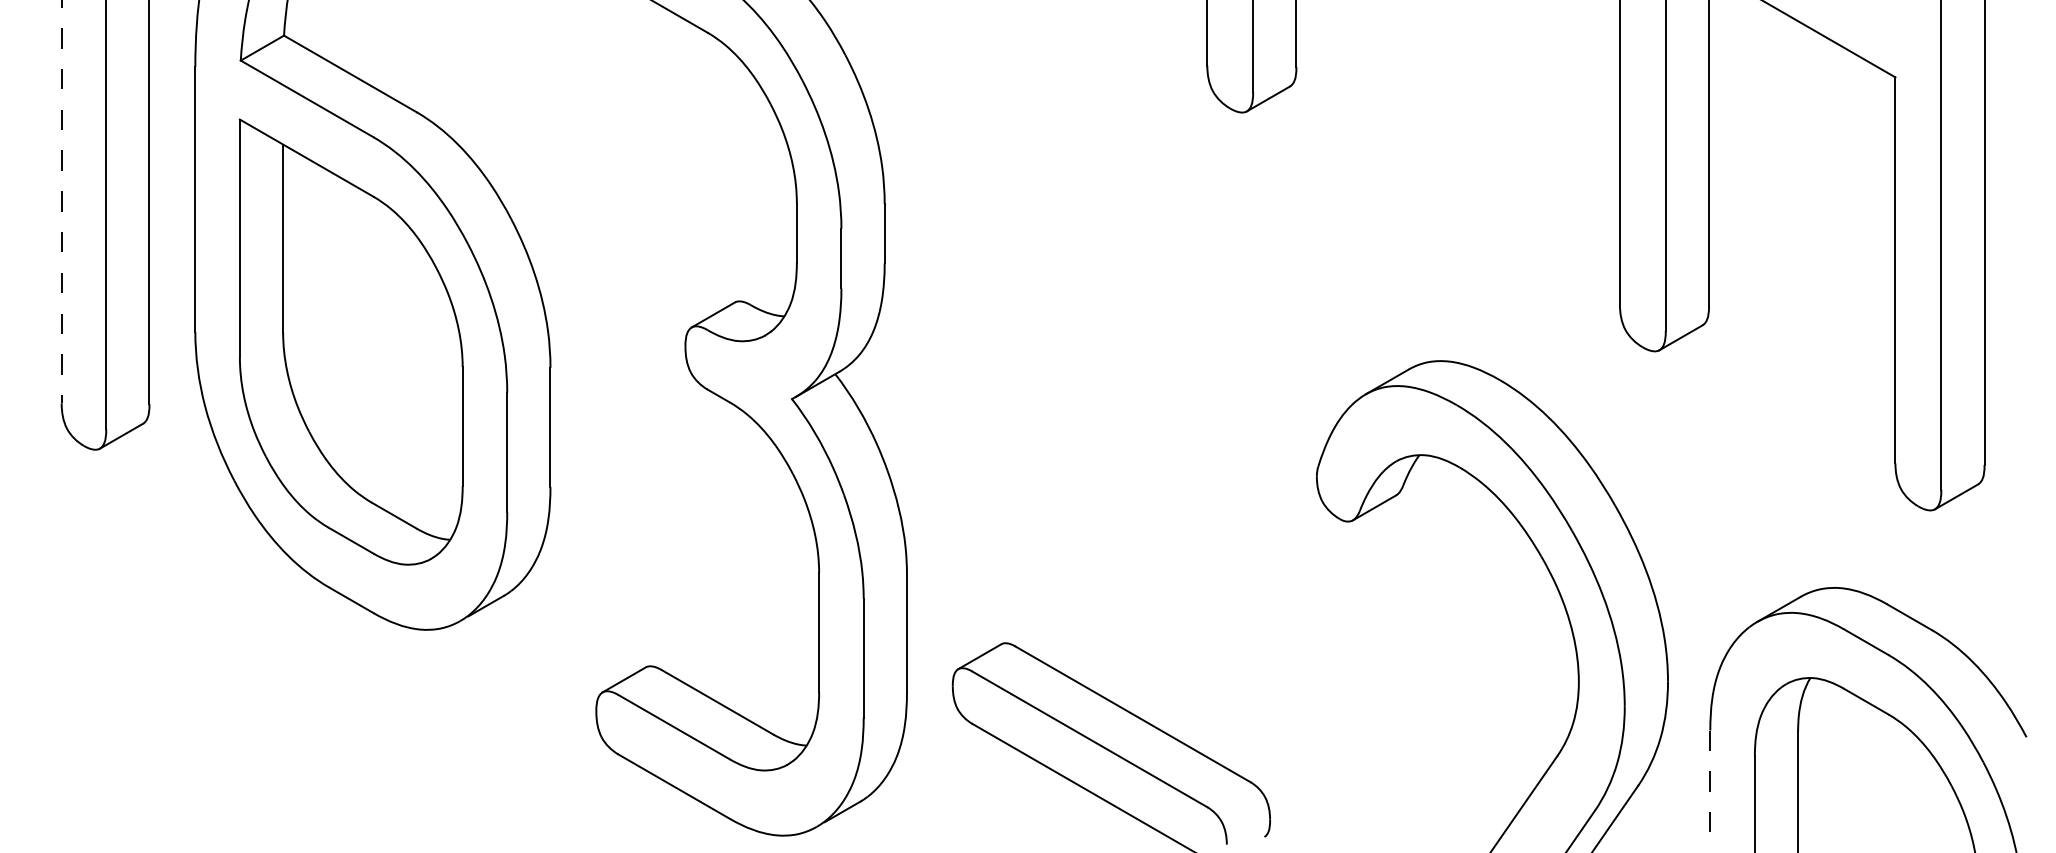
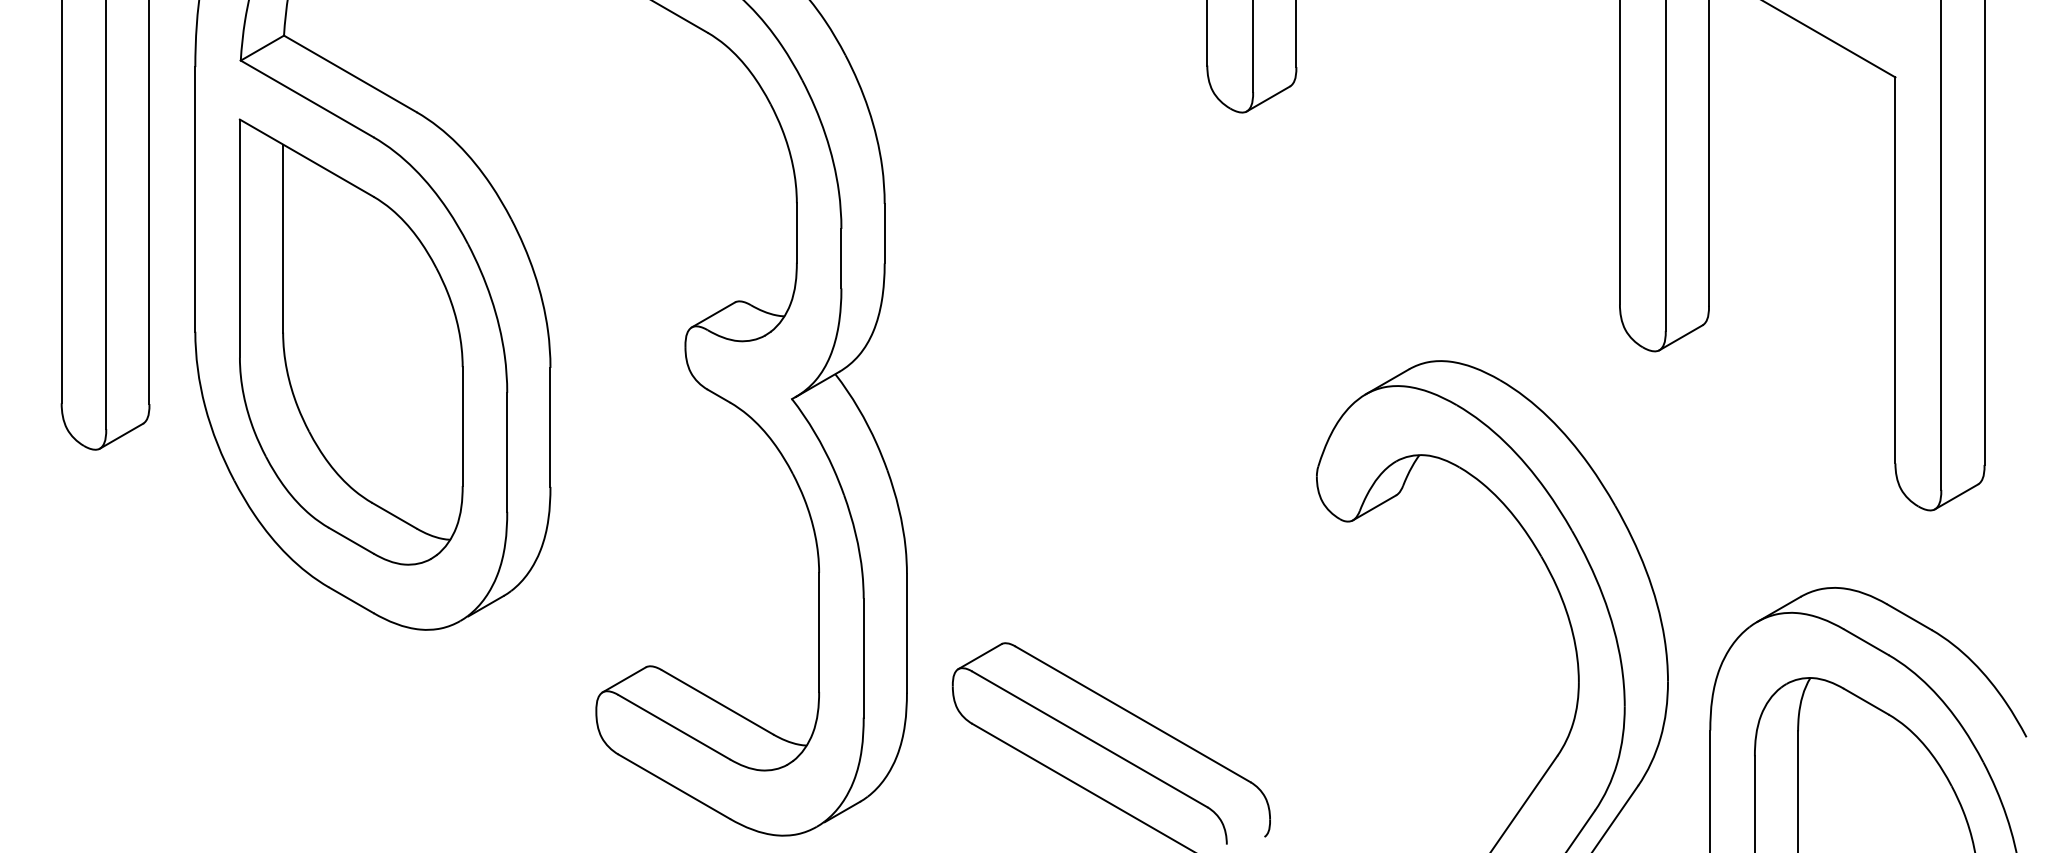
line at (61, 202): dashed -> solid
line at (1710, 791): dashed -> solid
